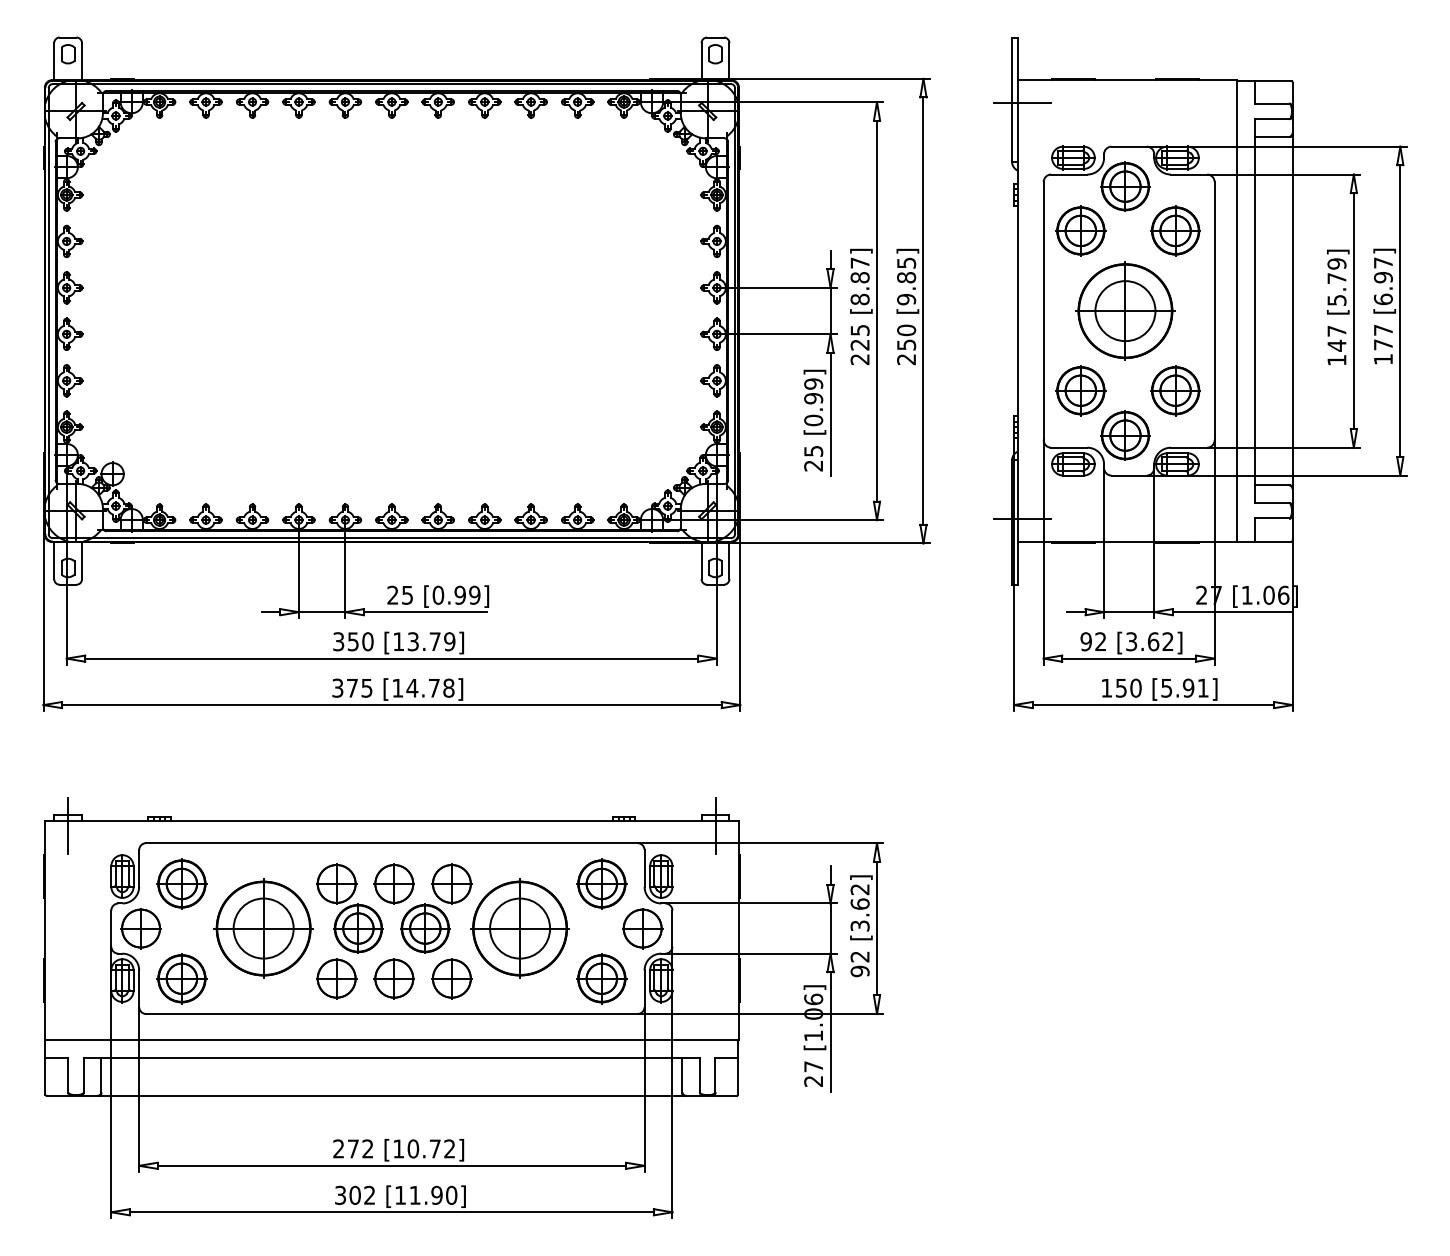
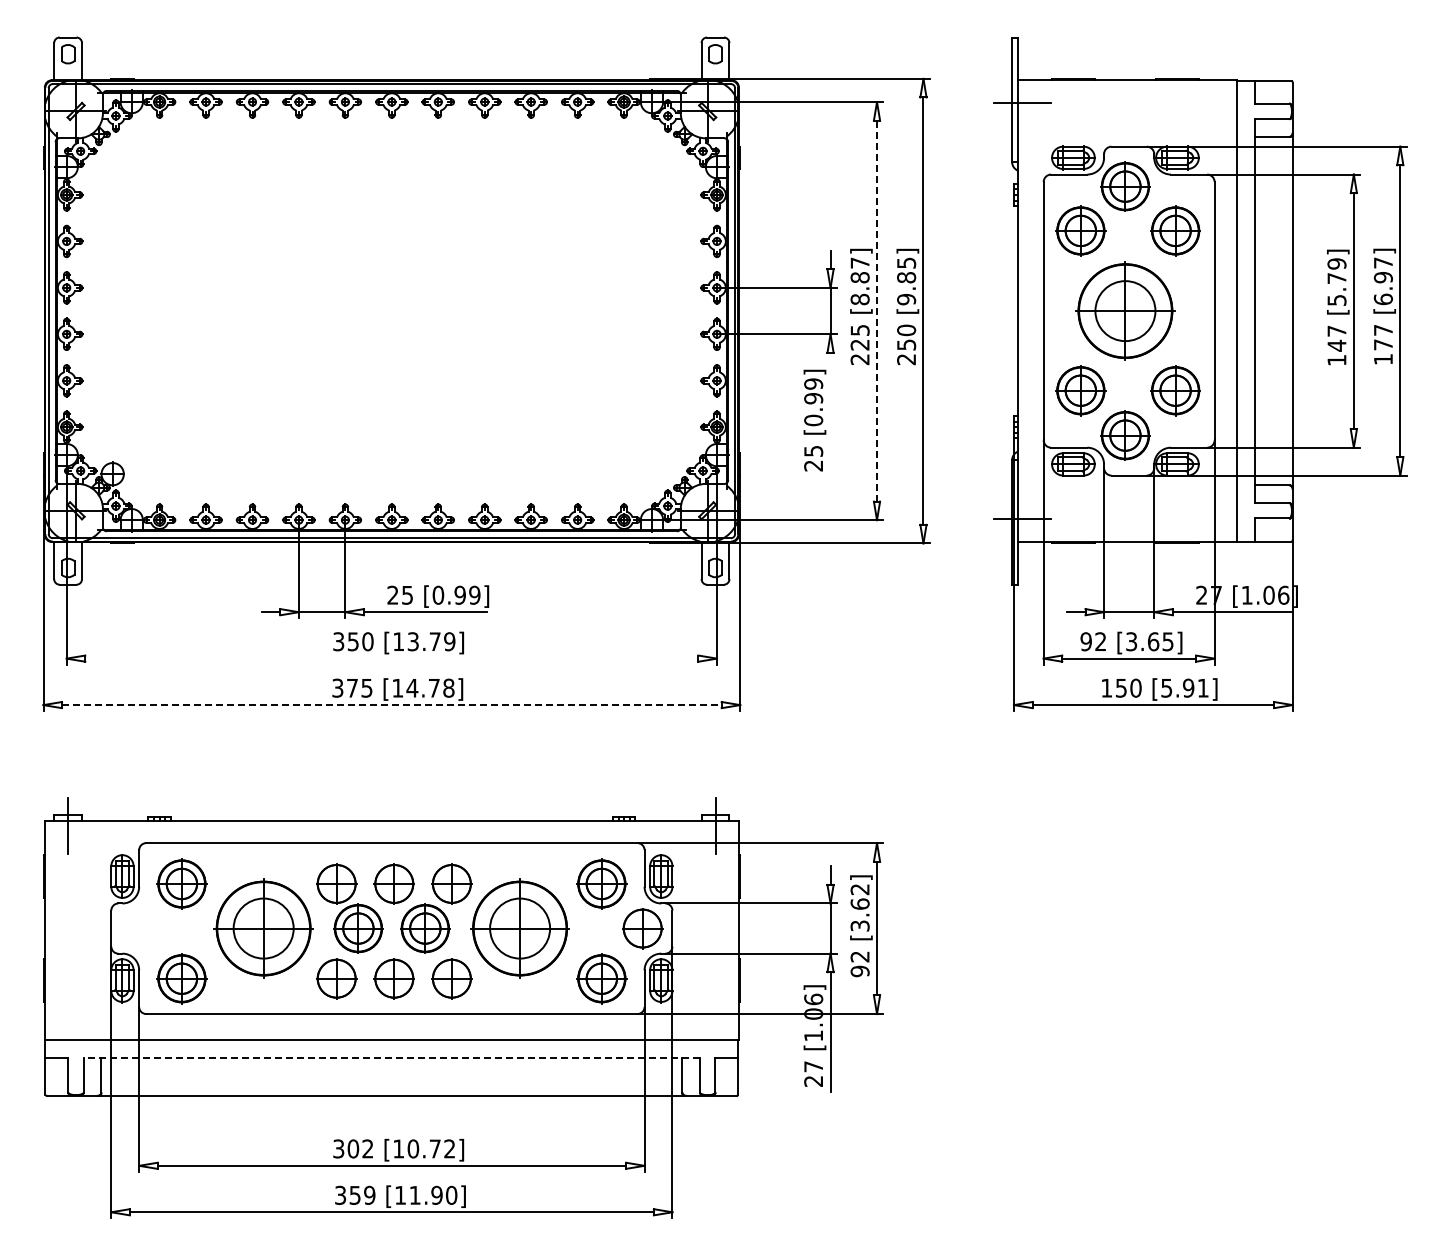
line at (877, 311): solid -> dashed
line at (830, 414): present -> none
text at (1167, 641): [3.62] -> [3.65]
line at (391, 658): present -> none
line at (391, 705): solid -> dashed
part at (140, 928): present -> none
line at (391, 1057): solid -> dashed
text at (346, 1148): 272 -> 302
text at (362, 1194): 302 -> 359
